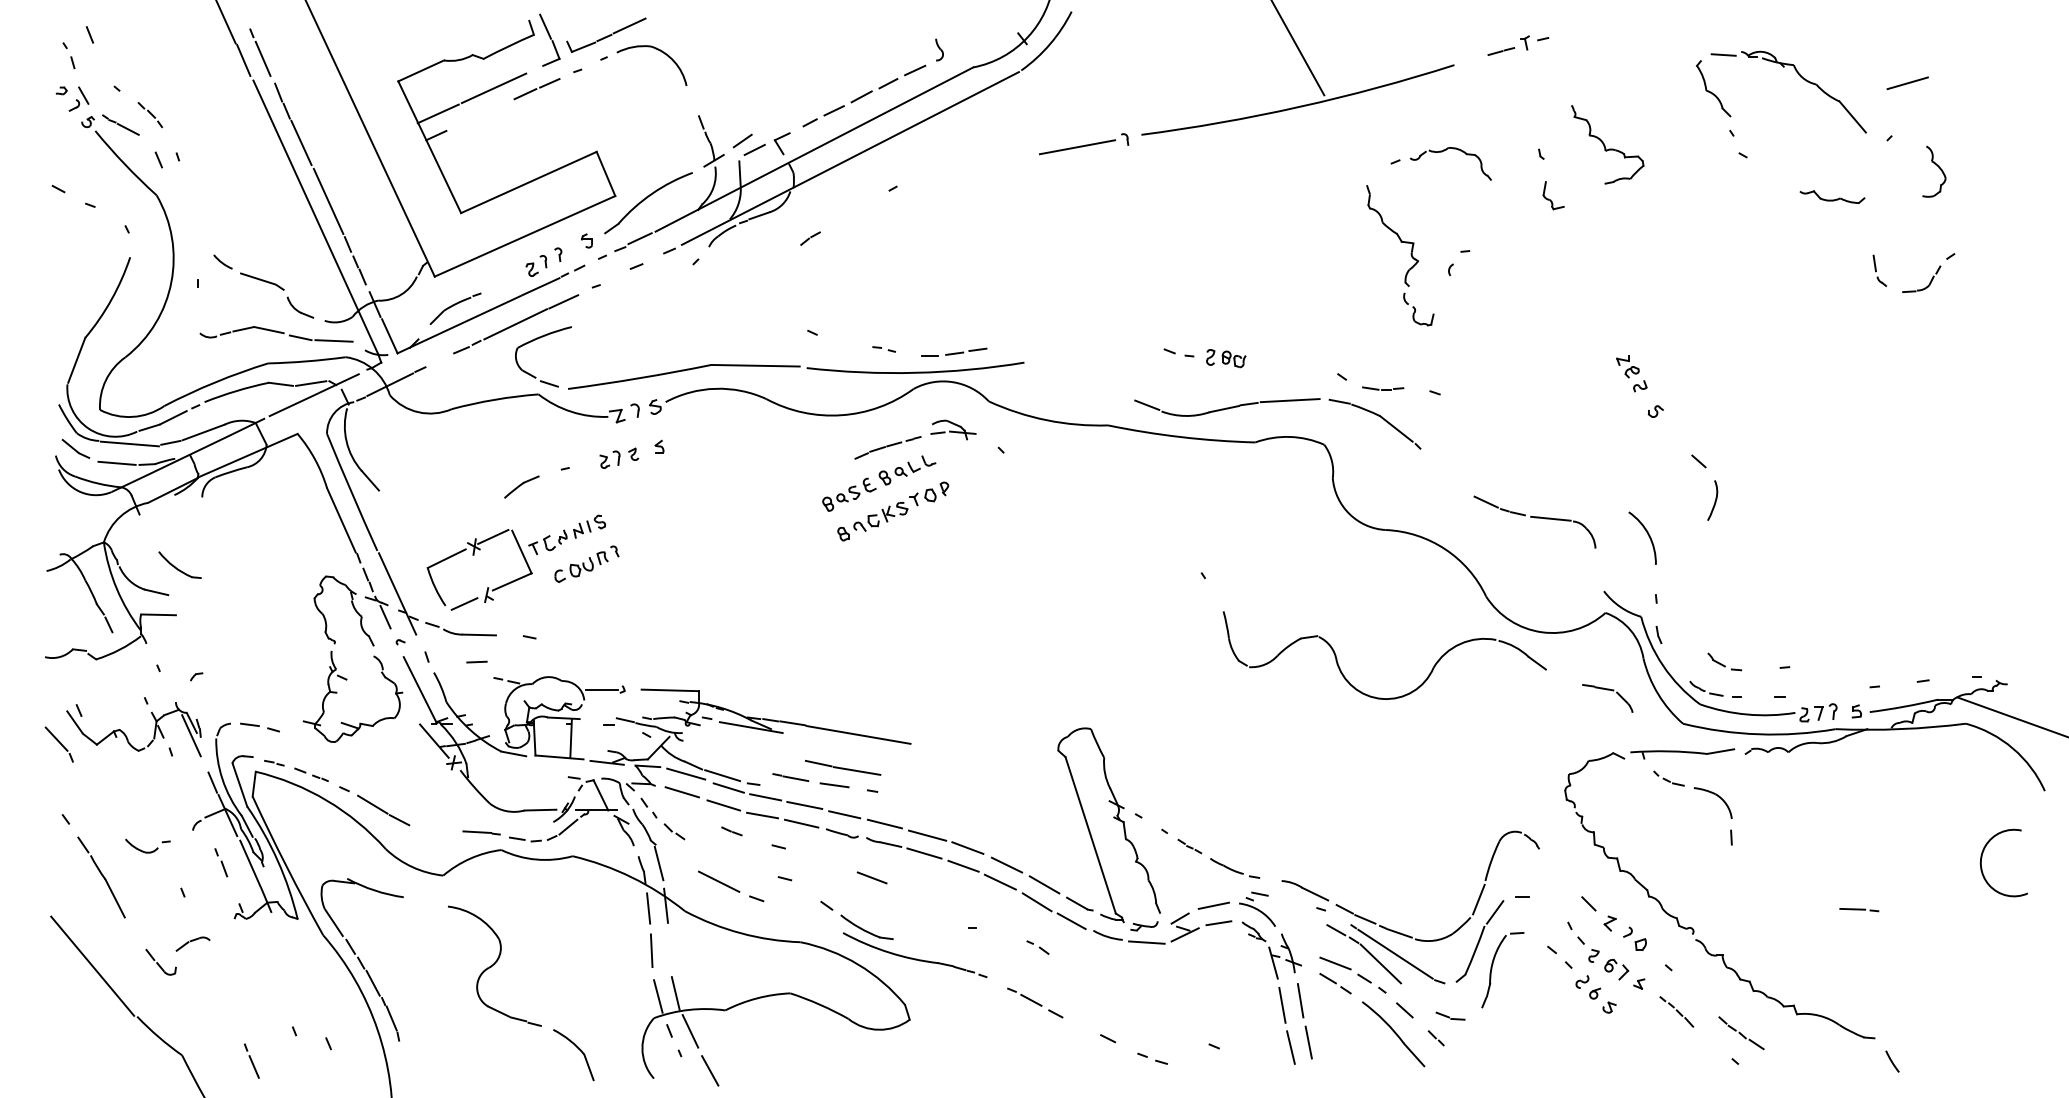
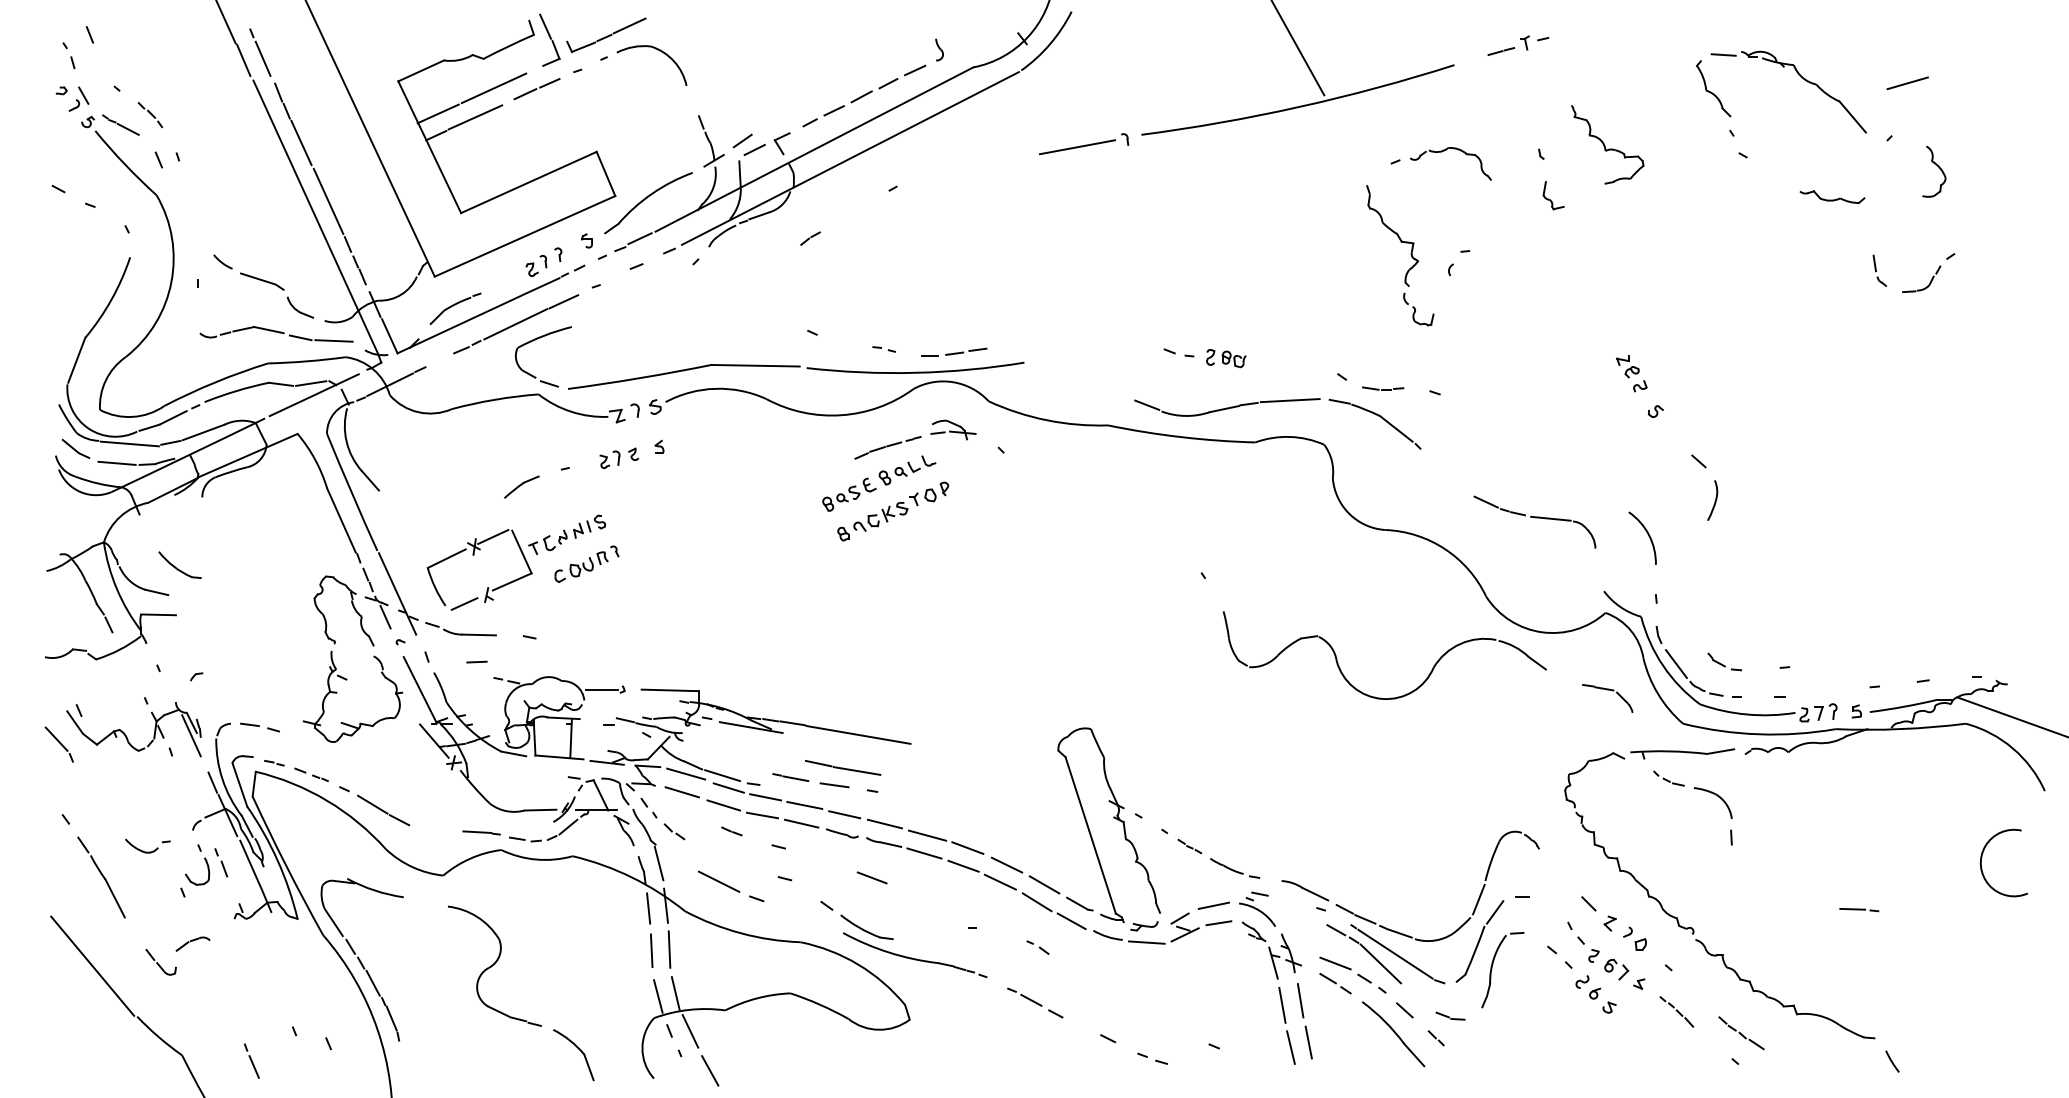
line at (475, 117): none -> present
line at (1675, 664): none -> present
part at (205, 862): none -> present
line at (669, 949): none -> present
